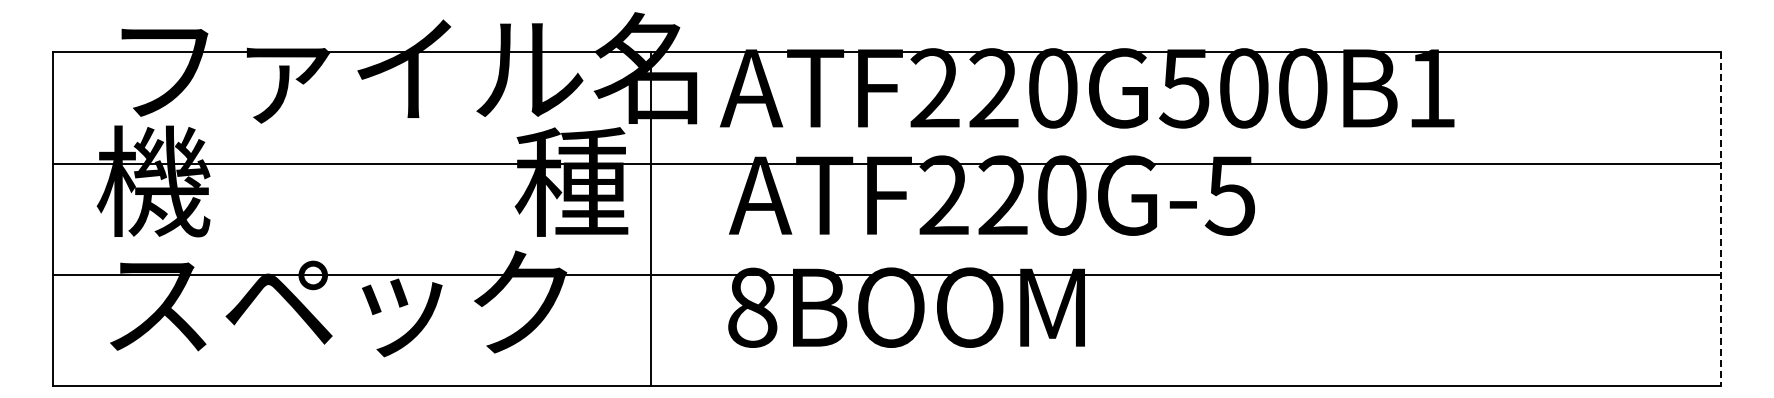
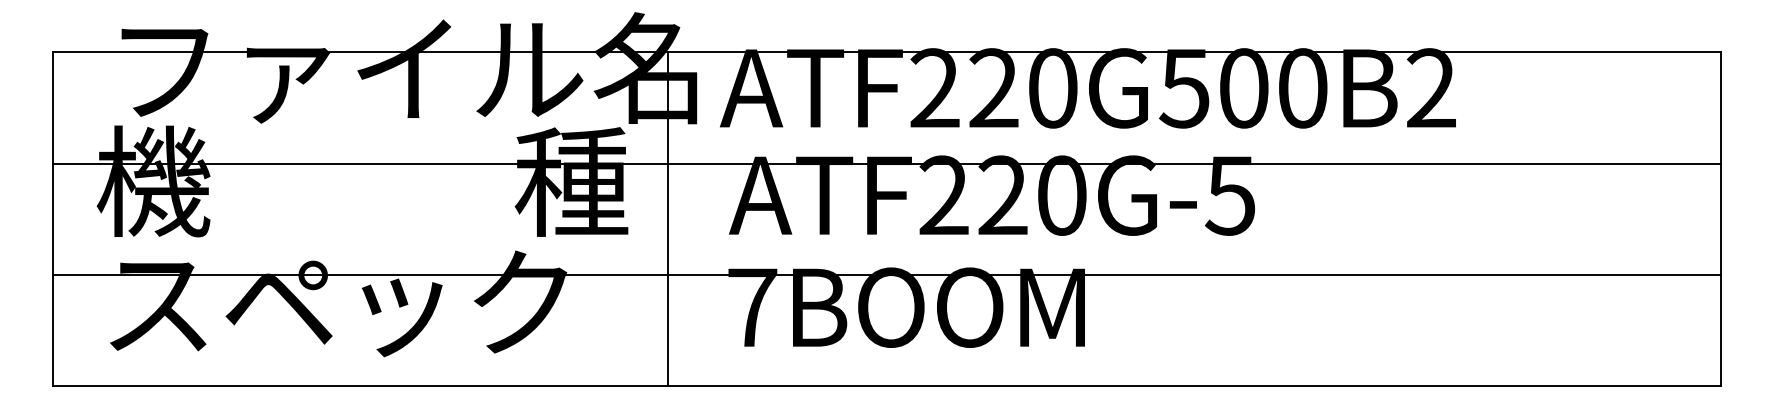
text at (1430, 87): ATF220G500B1 -> ATF220G500B2
line at (650, 218) position: (650, 218) -> (667, 218)
line at (1720, 219): dashed -> solid
text at (752, 307): 8BOOM -> 7BOOM
